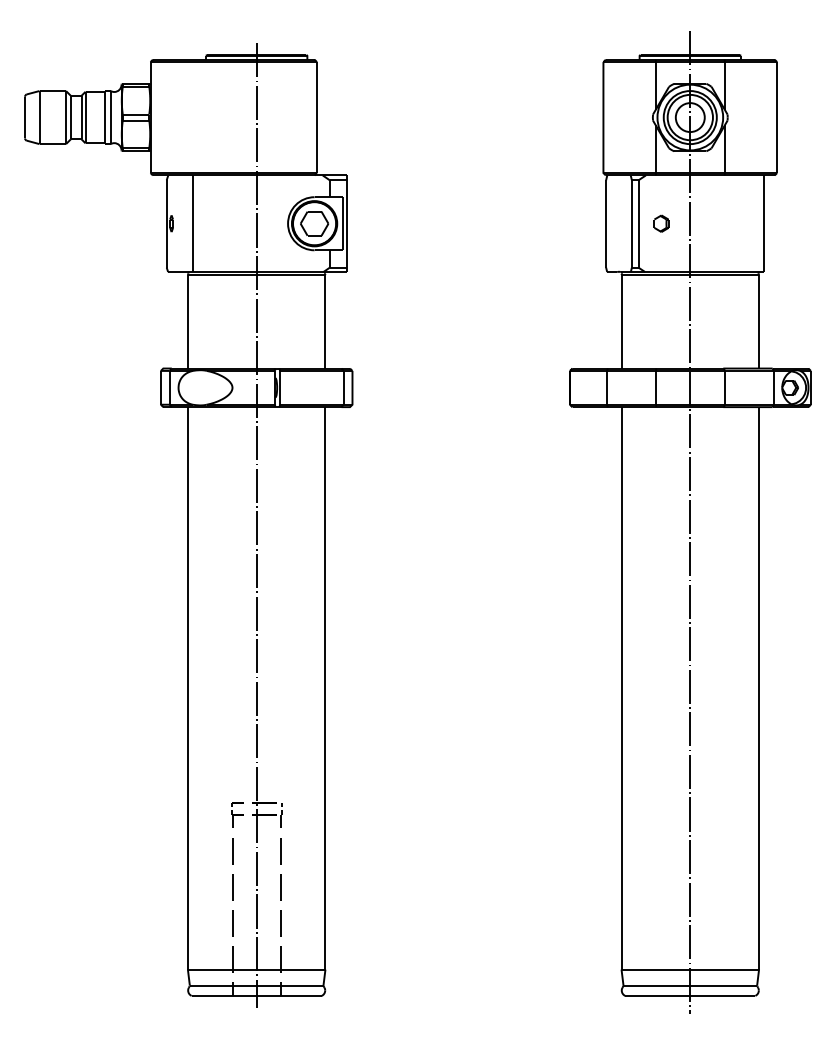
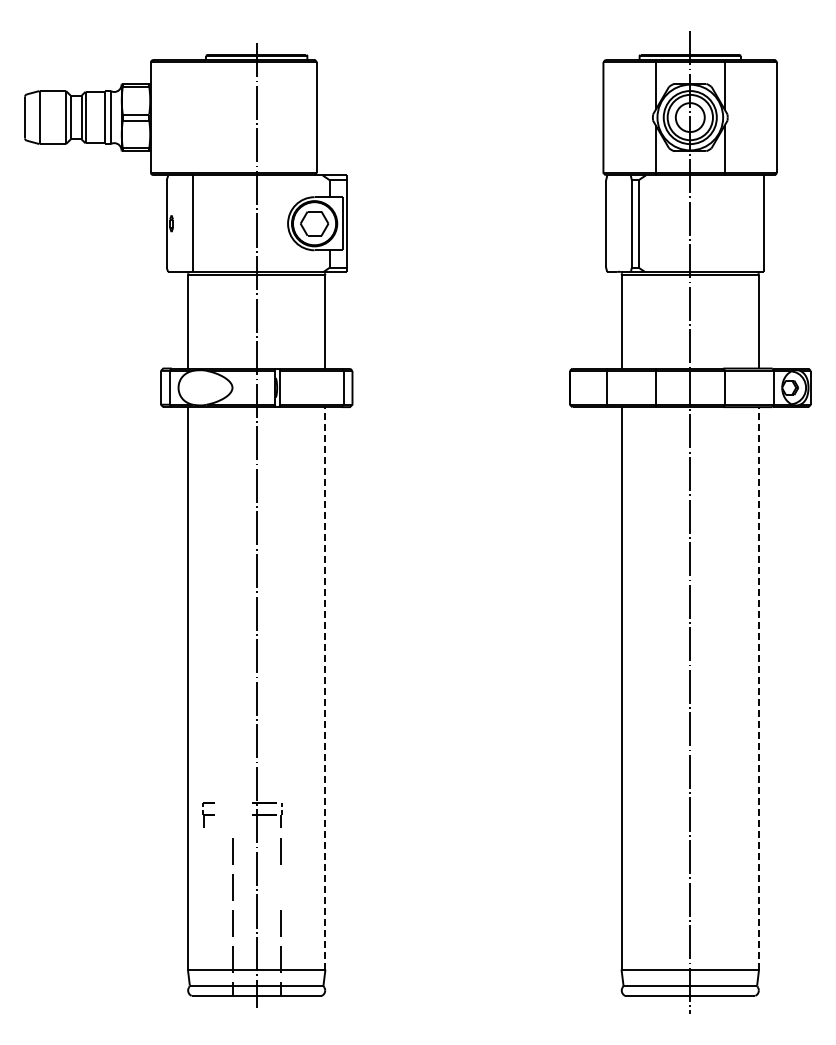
part at (661, 223): present -> none
line at (325, 687): solid -> dashed
line at (759, 687): solid -> dashed
part at (237, 814) position: (237, 814) -> (208, 814)
line at (280, 887): present -> none
